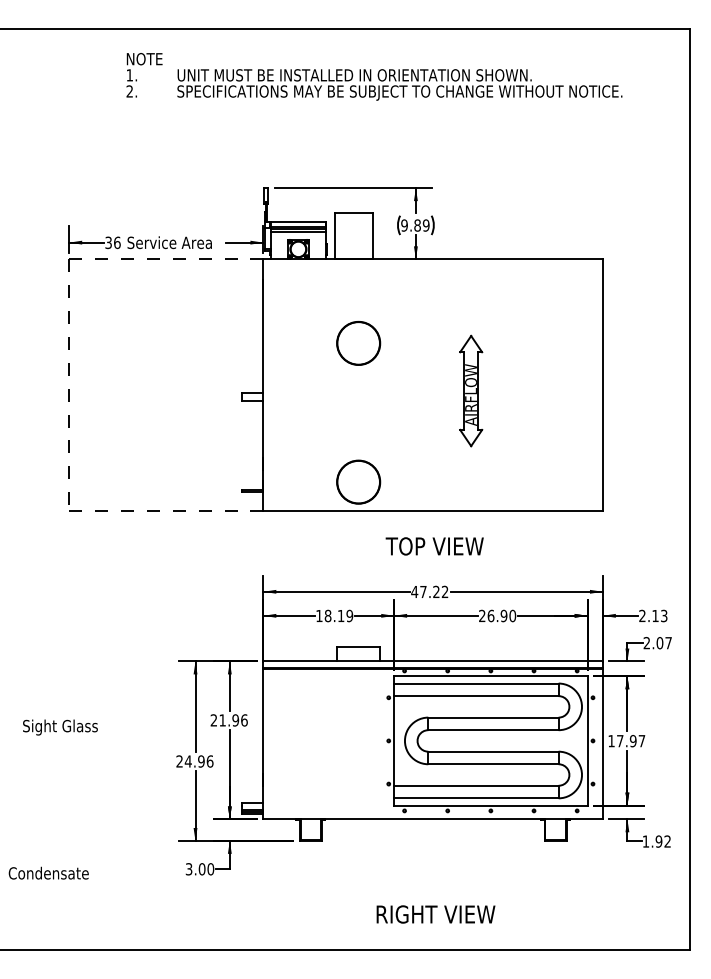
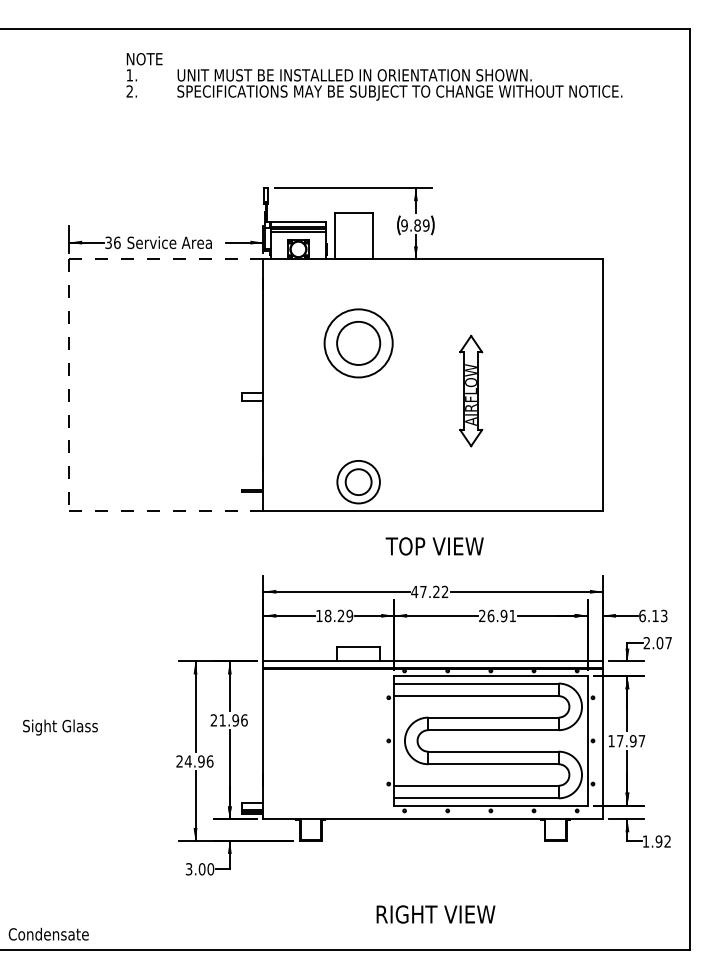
circle at (358, 343) diameter: 43 px -> 68 px
circle at (358, 481) diameter: 43 px -> 26 px
text at (340, 615): 18.19 -> 18.29
text at (512, 615): 26.90 -> 26.91
text at (642, 615): 2.13 -> 6.13
text at (48, 872) position: (48, 872) -> (48, 933)
